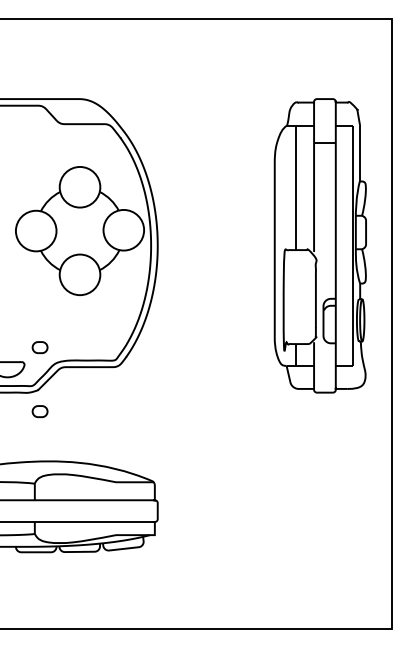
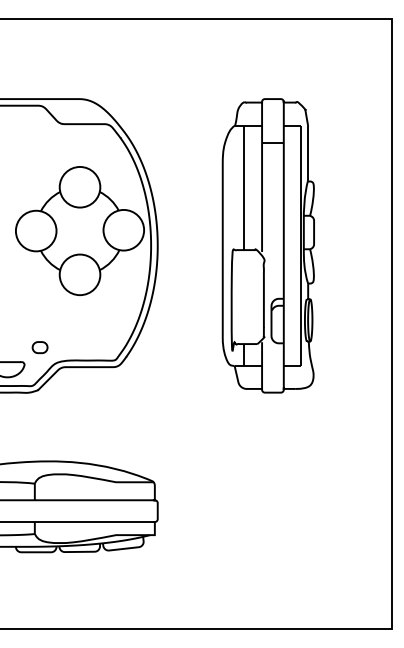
part at (319, 245) position: (319, 245) -> (267, 245)
part at (39, 411): present -> none
